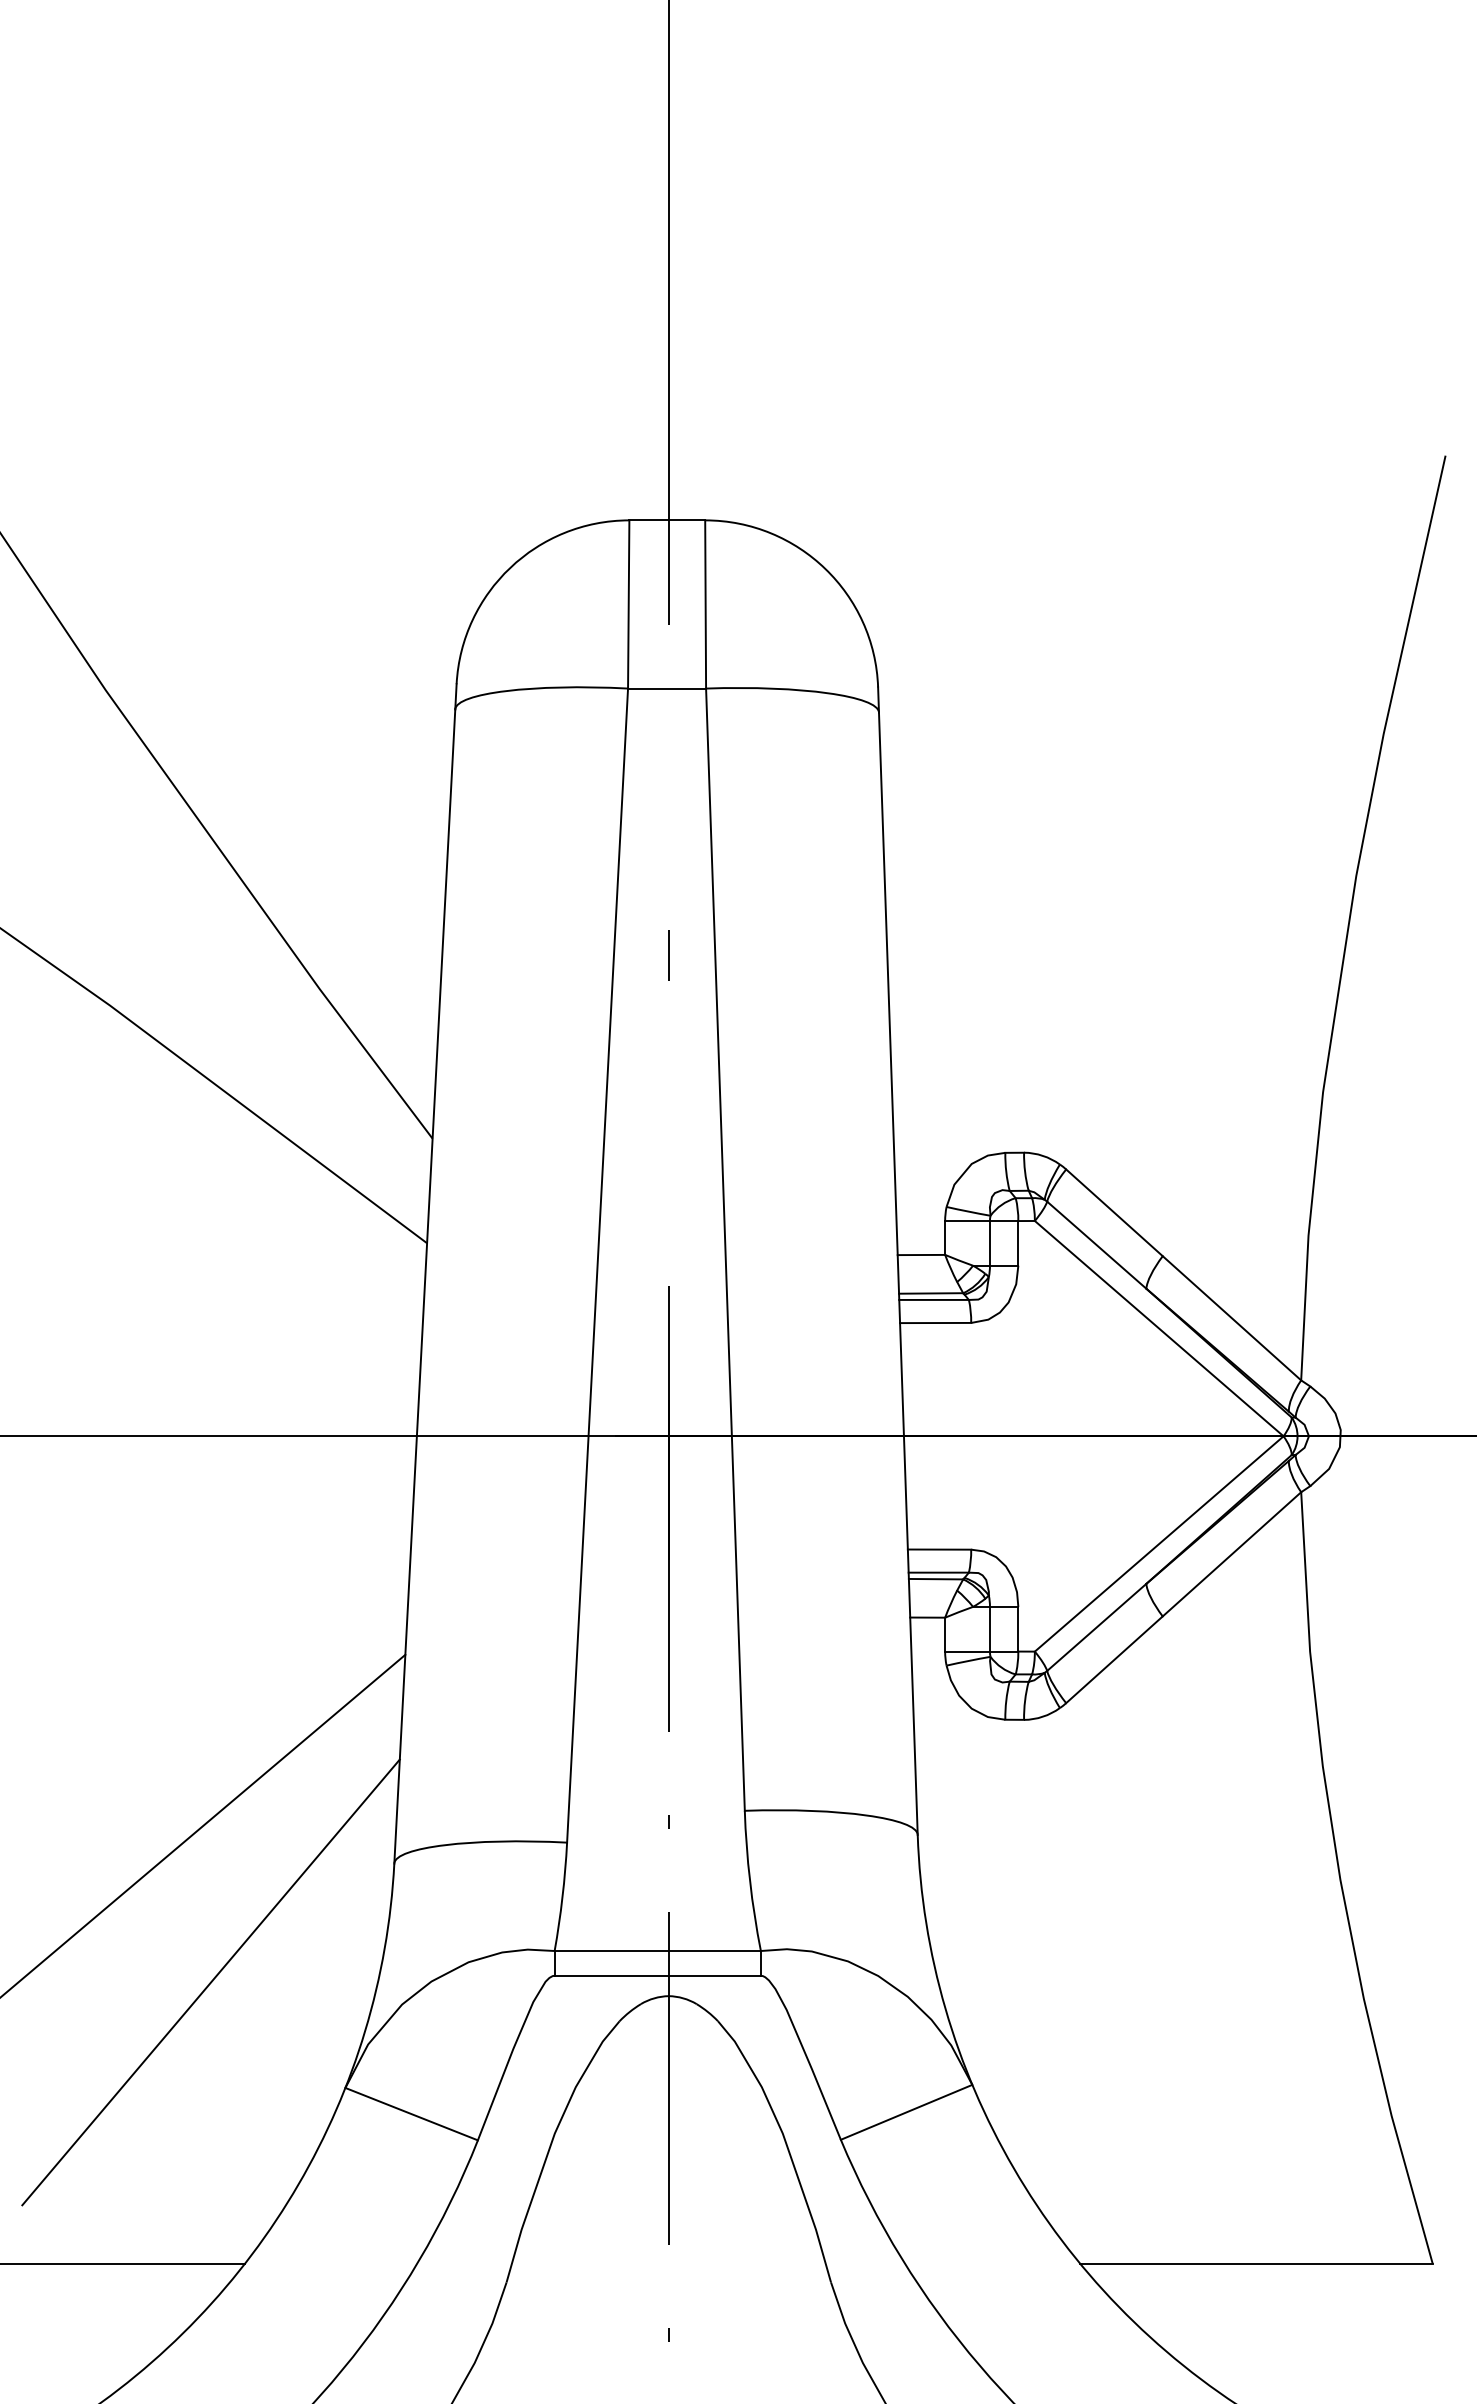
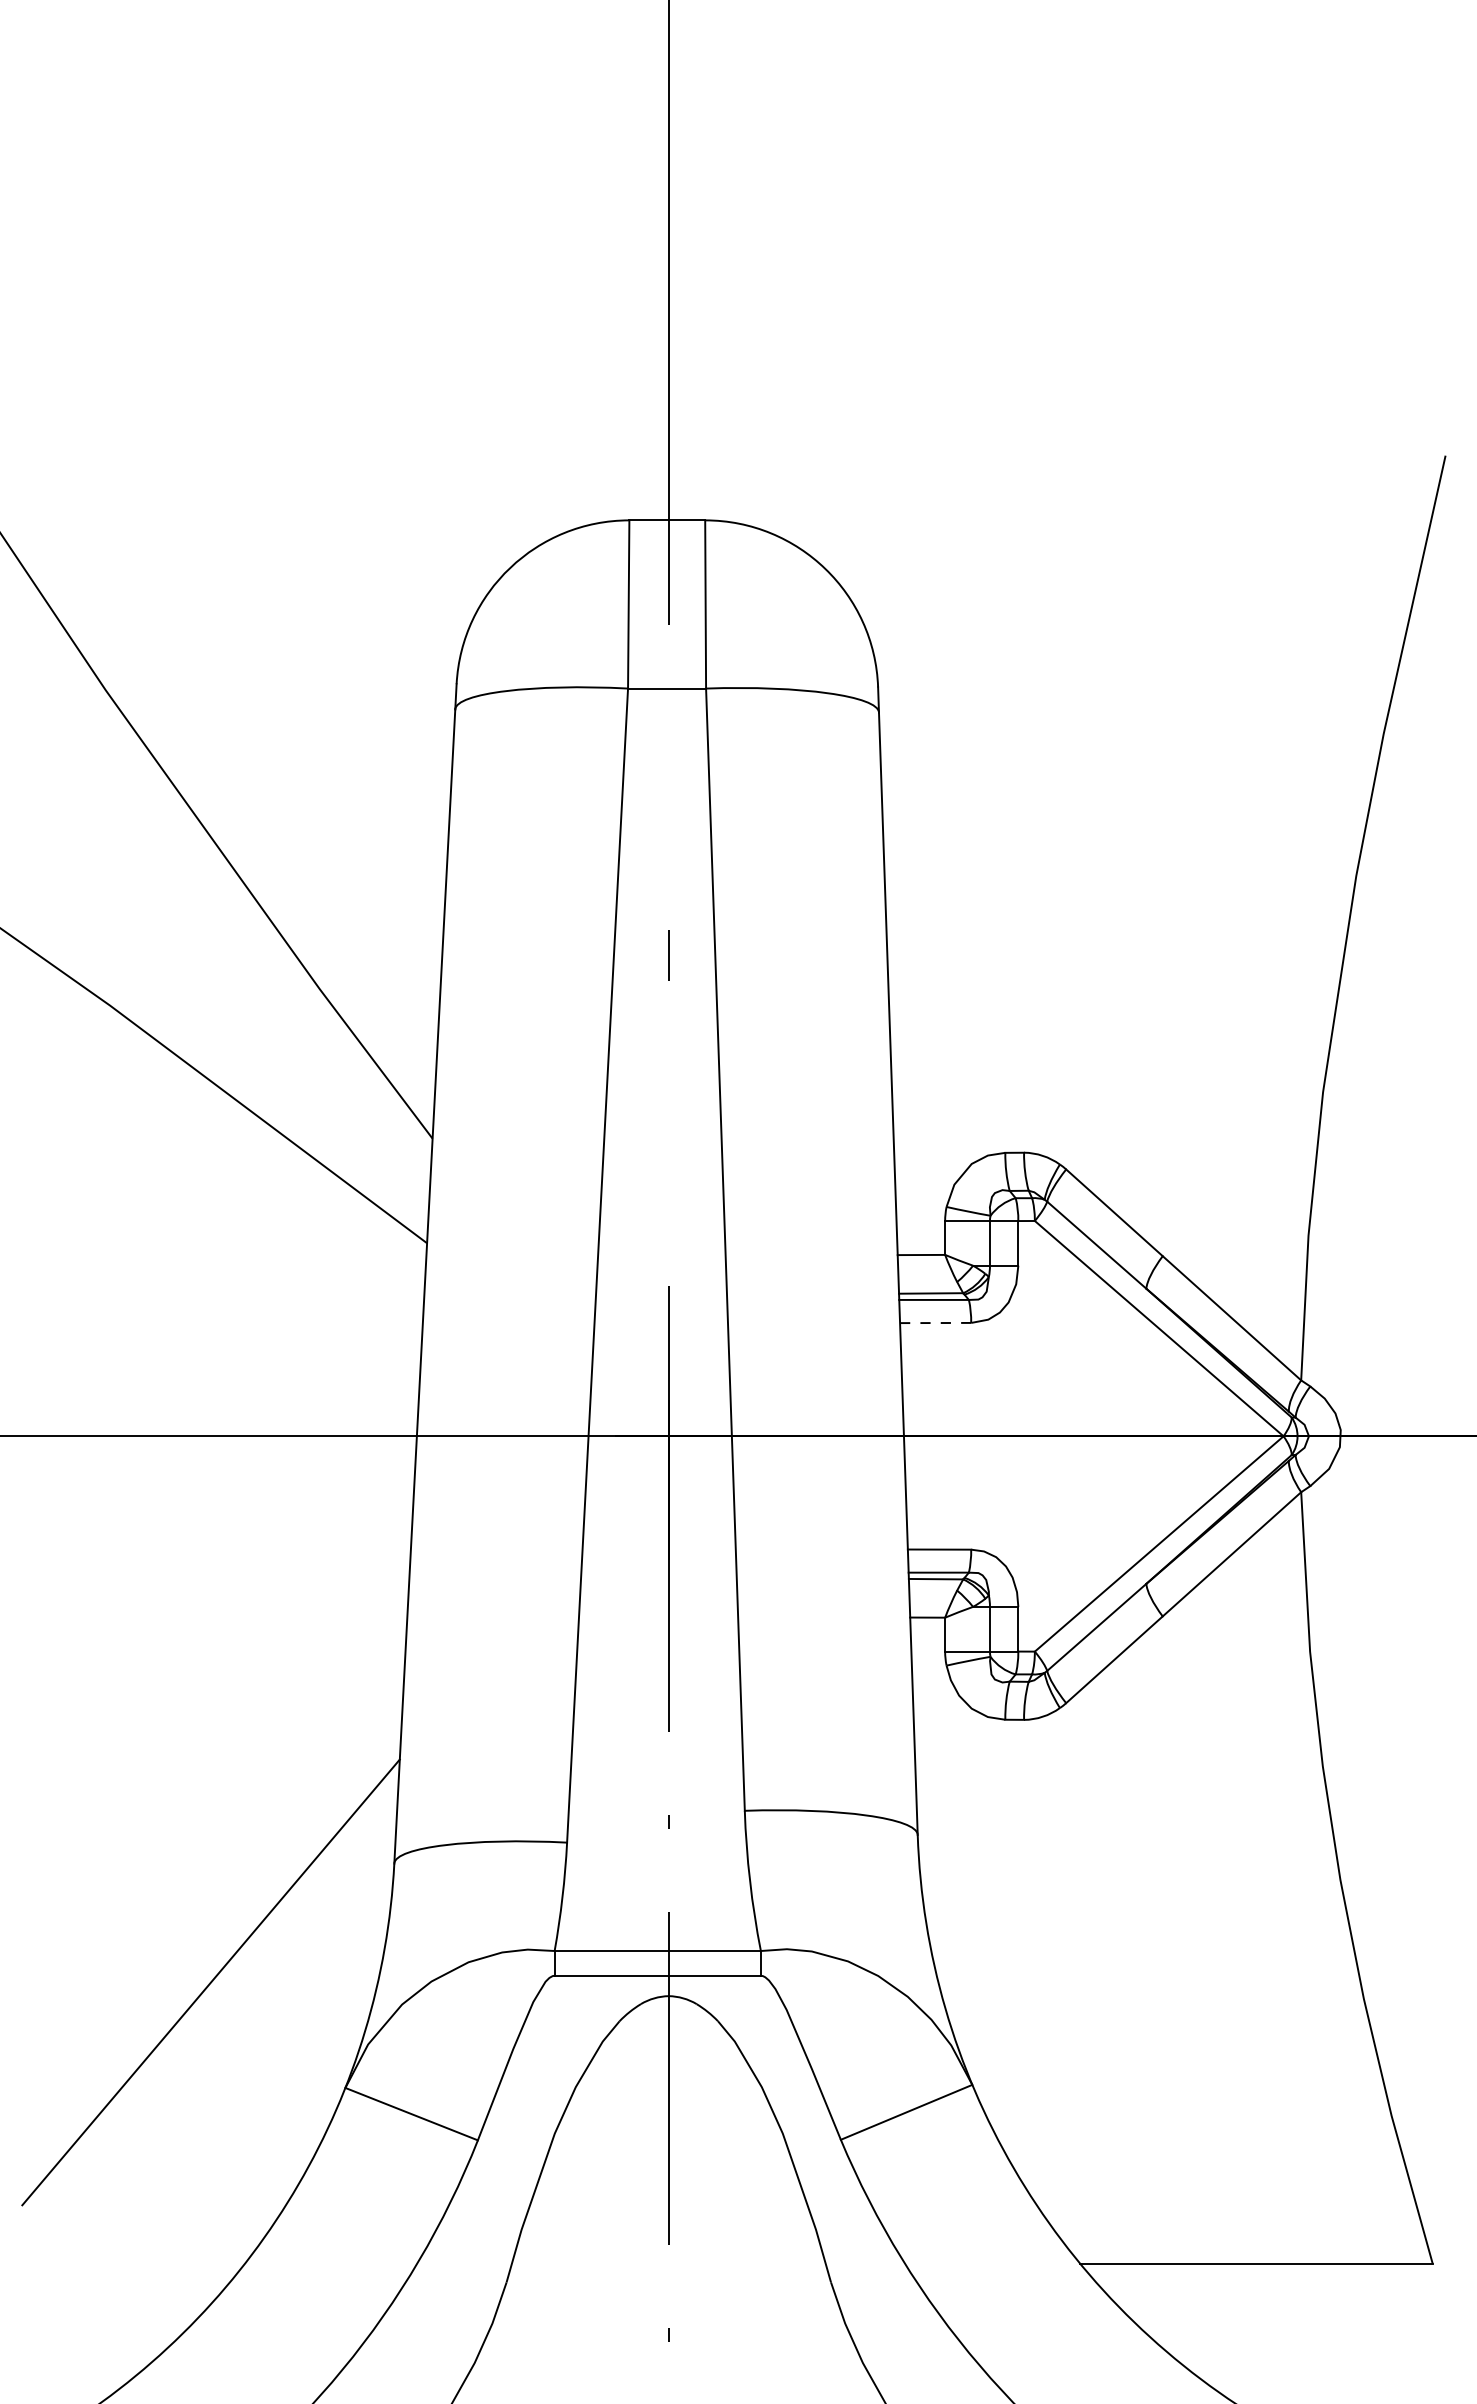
line at (935, 1323): solid -> dashed
line at (203, 1825): present -> none
line at (123, 2263): present -> none
